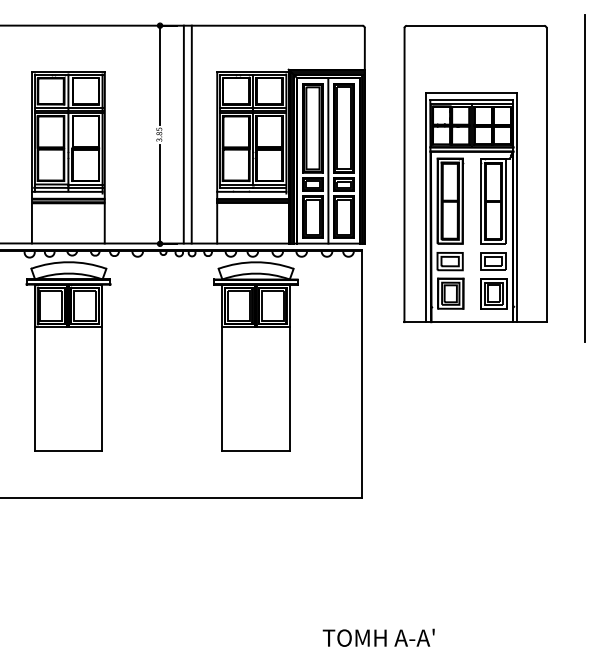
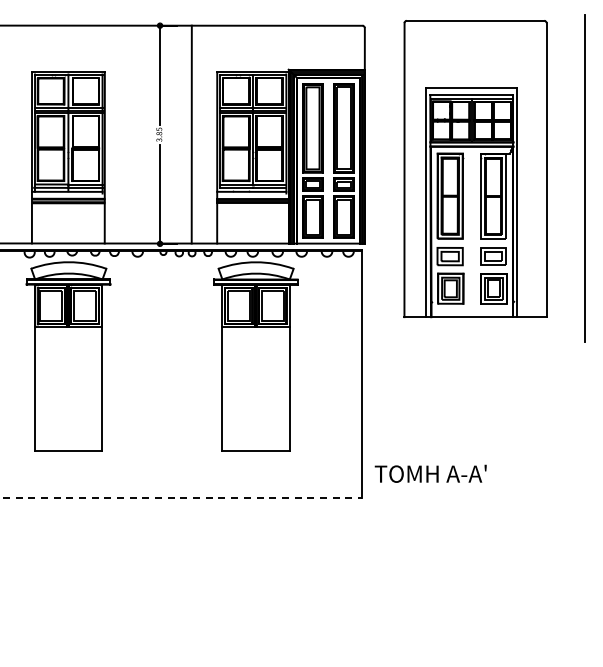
line at (183, 134): present -> none
line at (328, 160): present -> none
part at (475, 174) position: (475, 174) -> (475, 169)
line at (181, 498): solid -> dashed
text at (378, 637) position: (378, 637) -> (430, 473)
